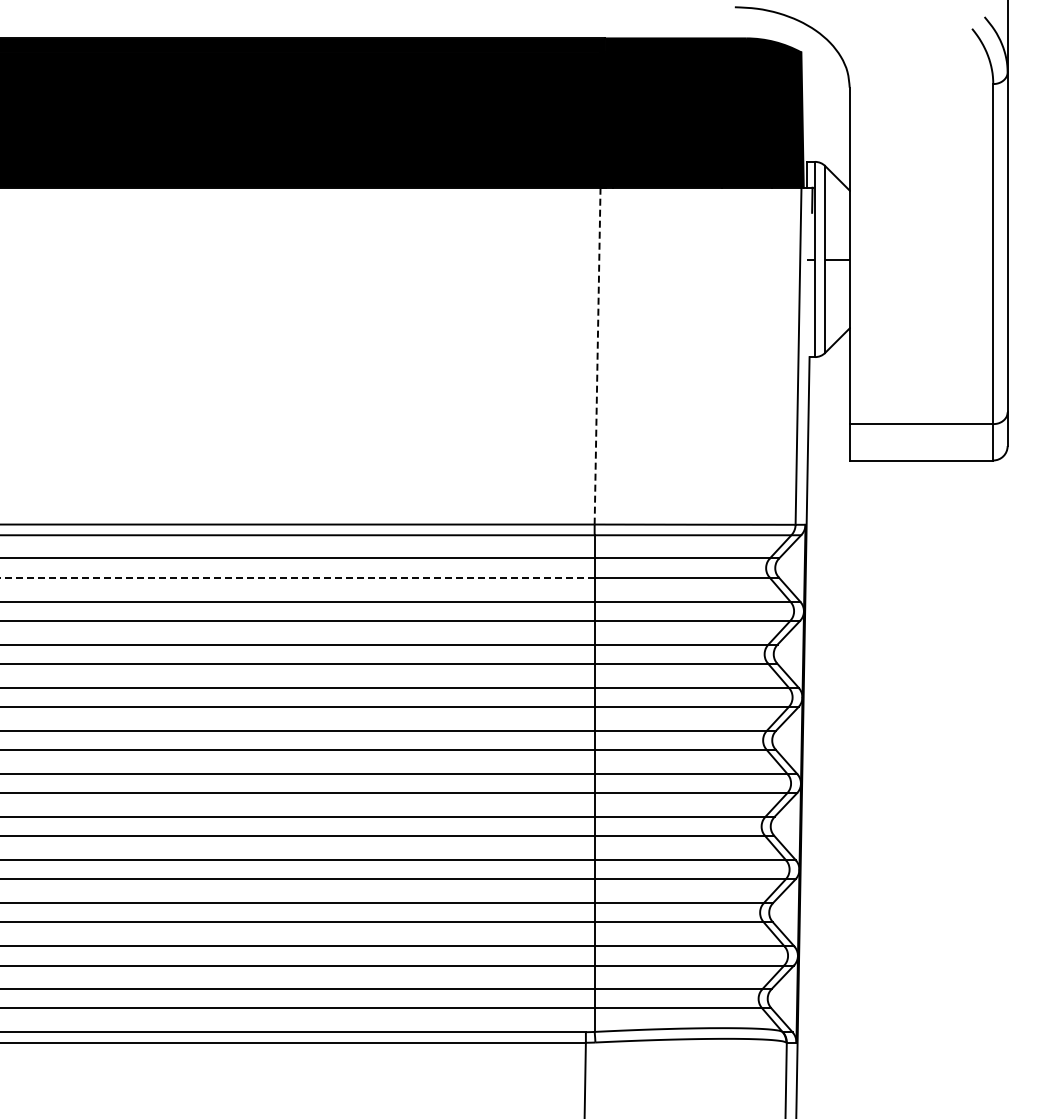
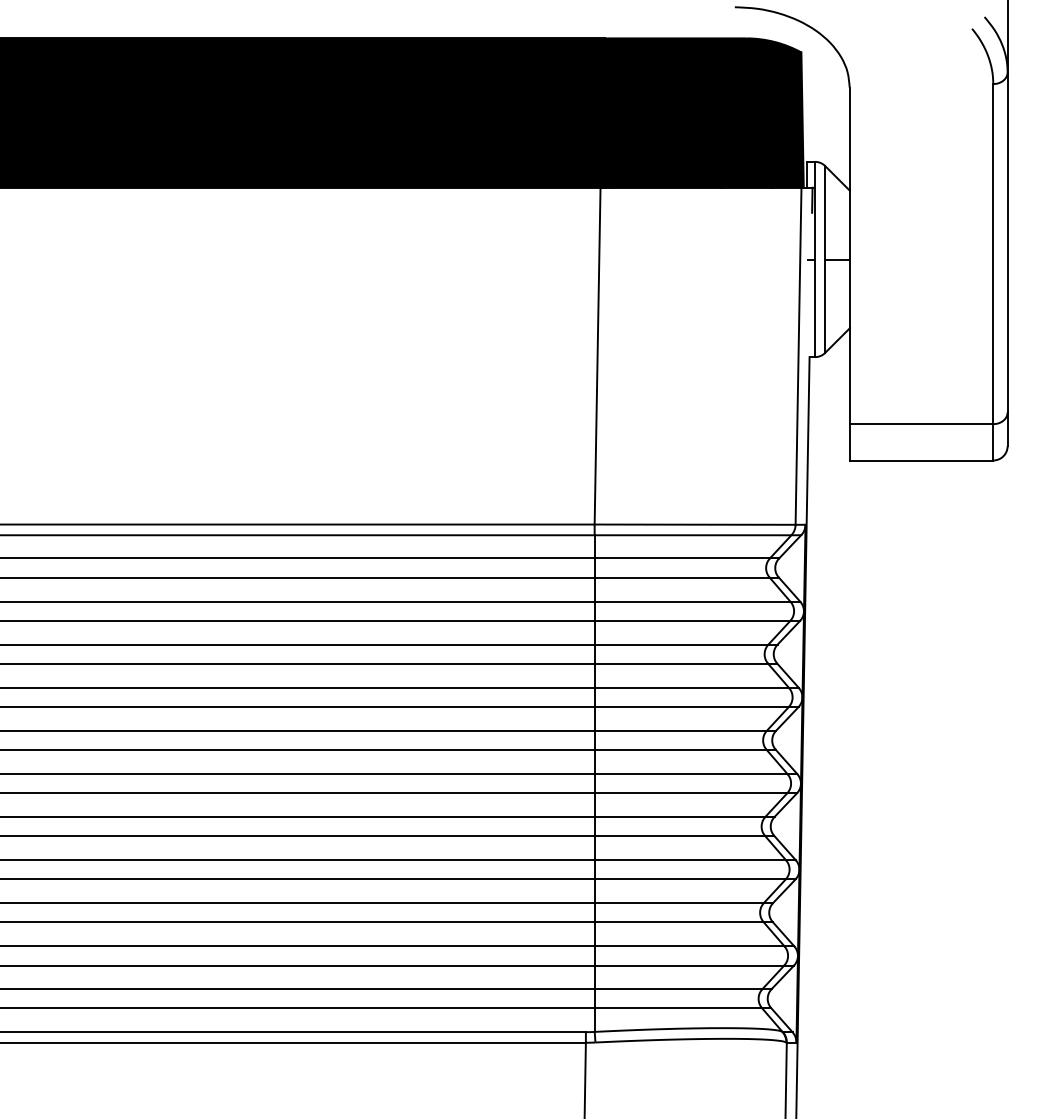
line at (597, 356): dashed -> solid
line at (297, 577): dashed -> solid
